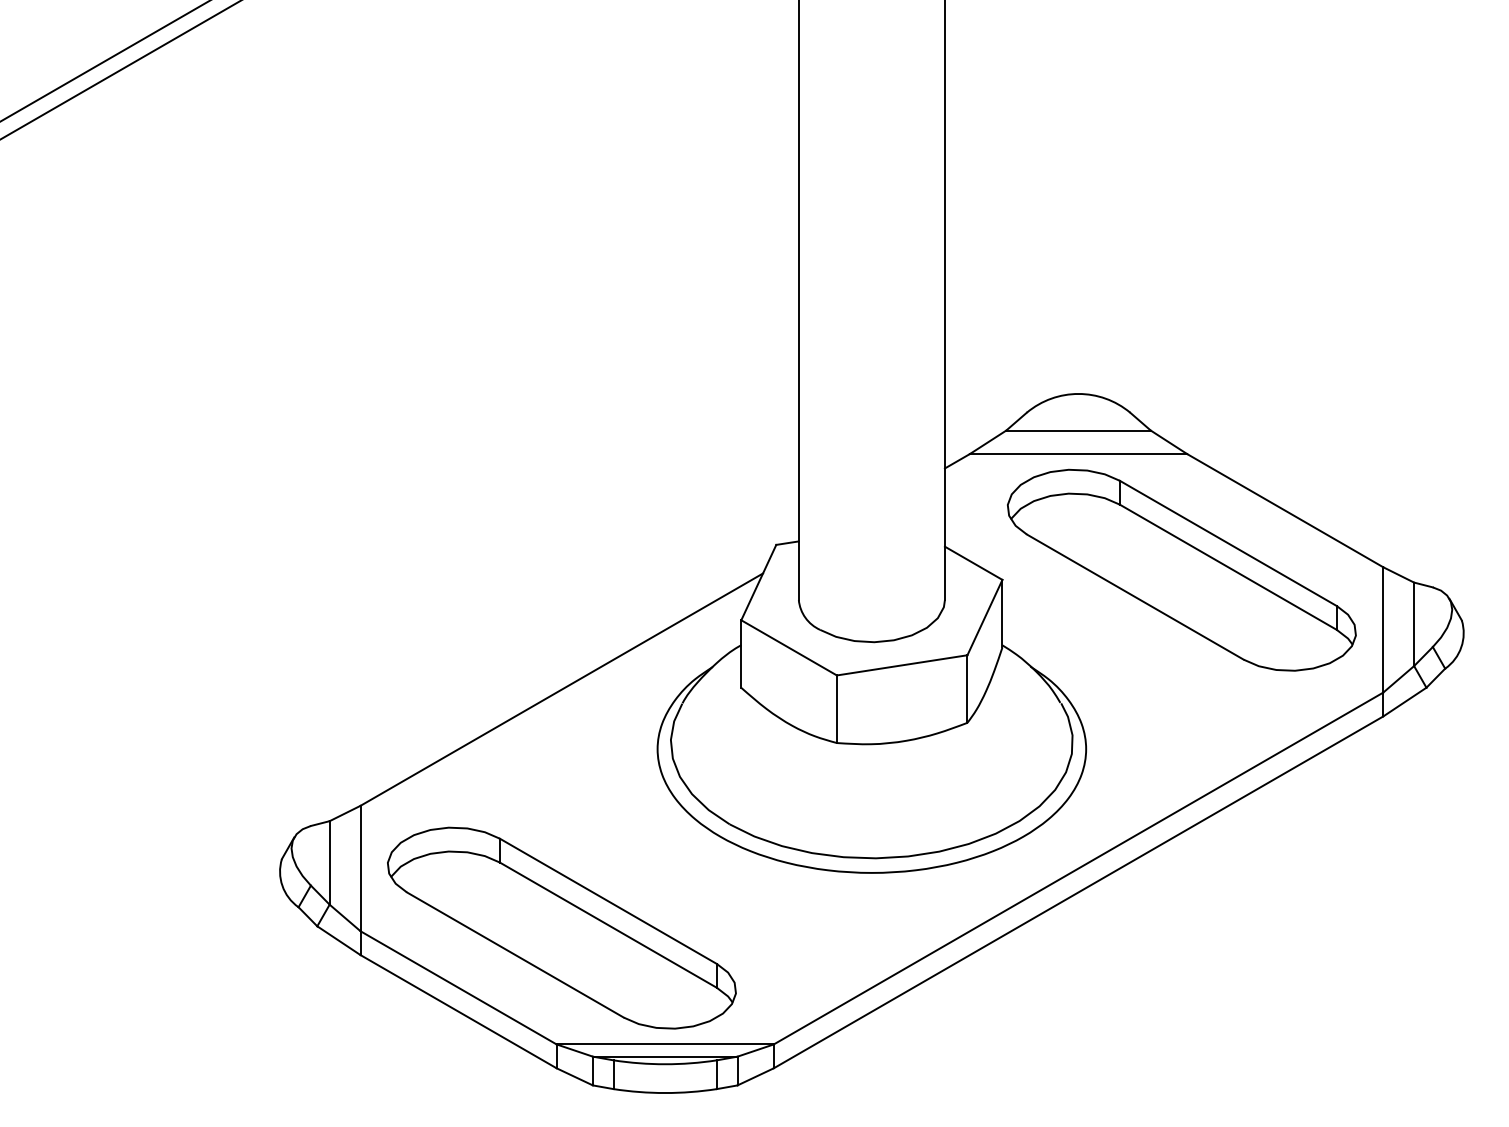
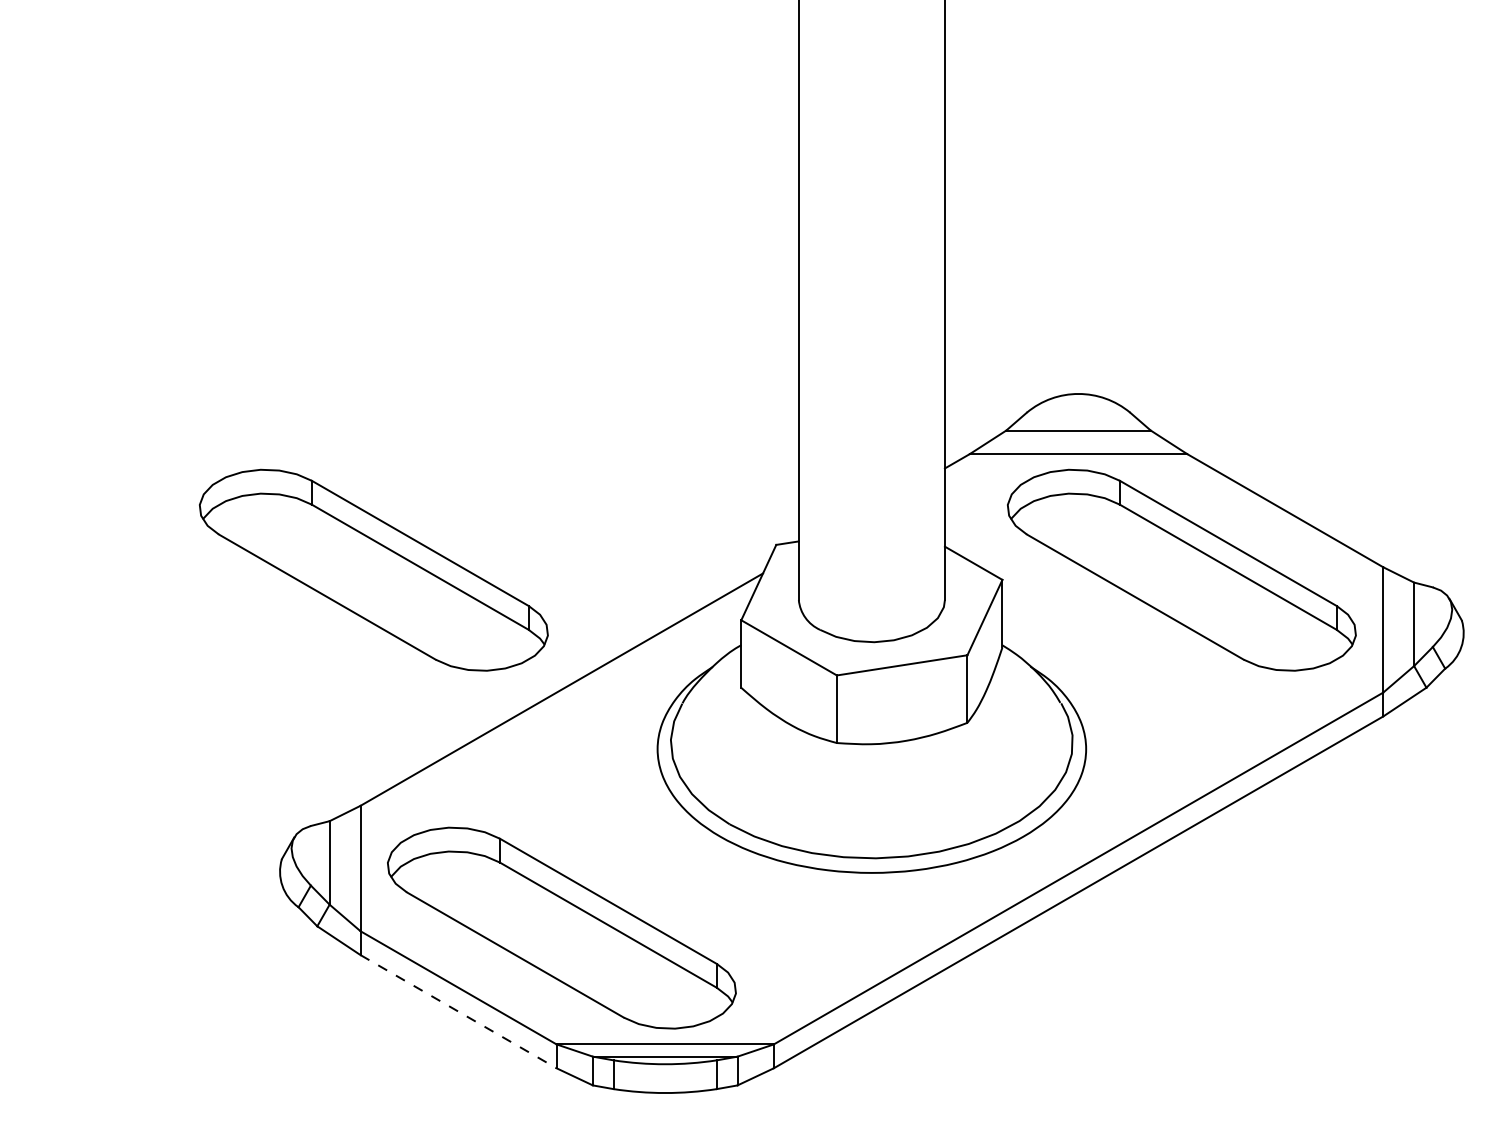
line at (104, 61): present -> none
line at (120, 70): present -> none
part at (373, 569): none -> present
line at (459, 1011): solid -> dashed
